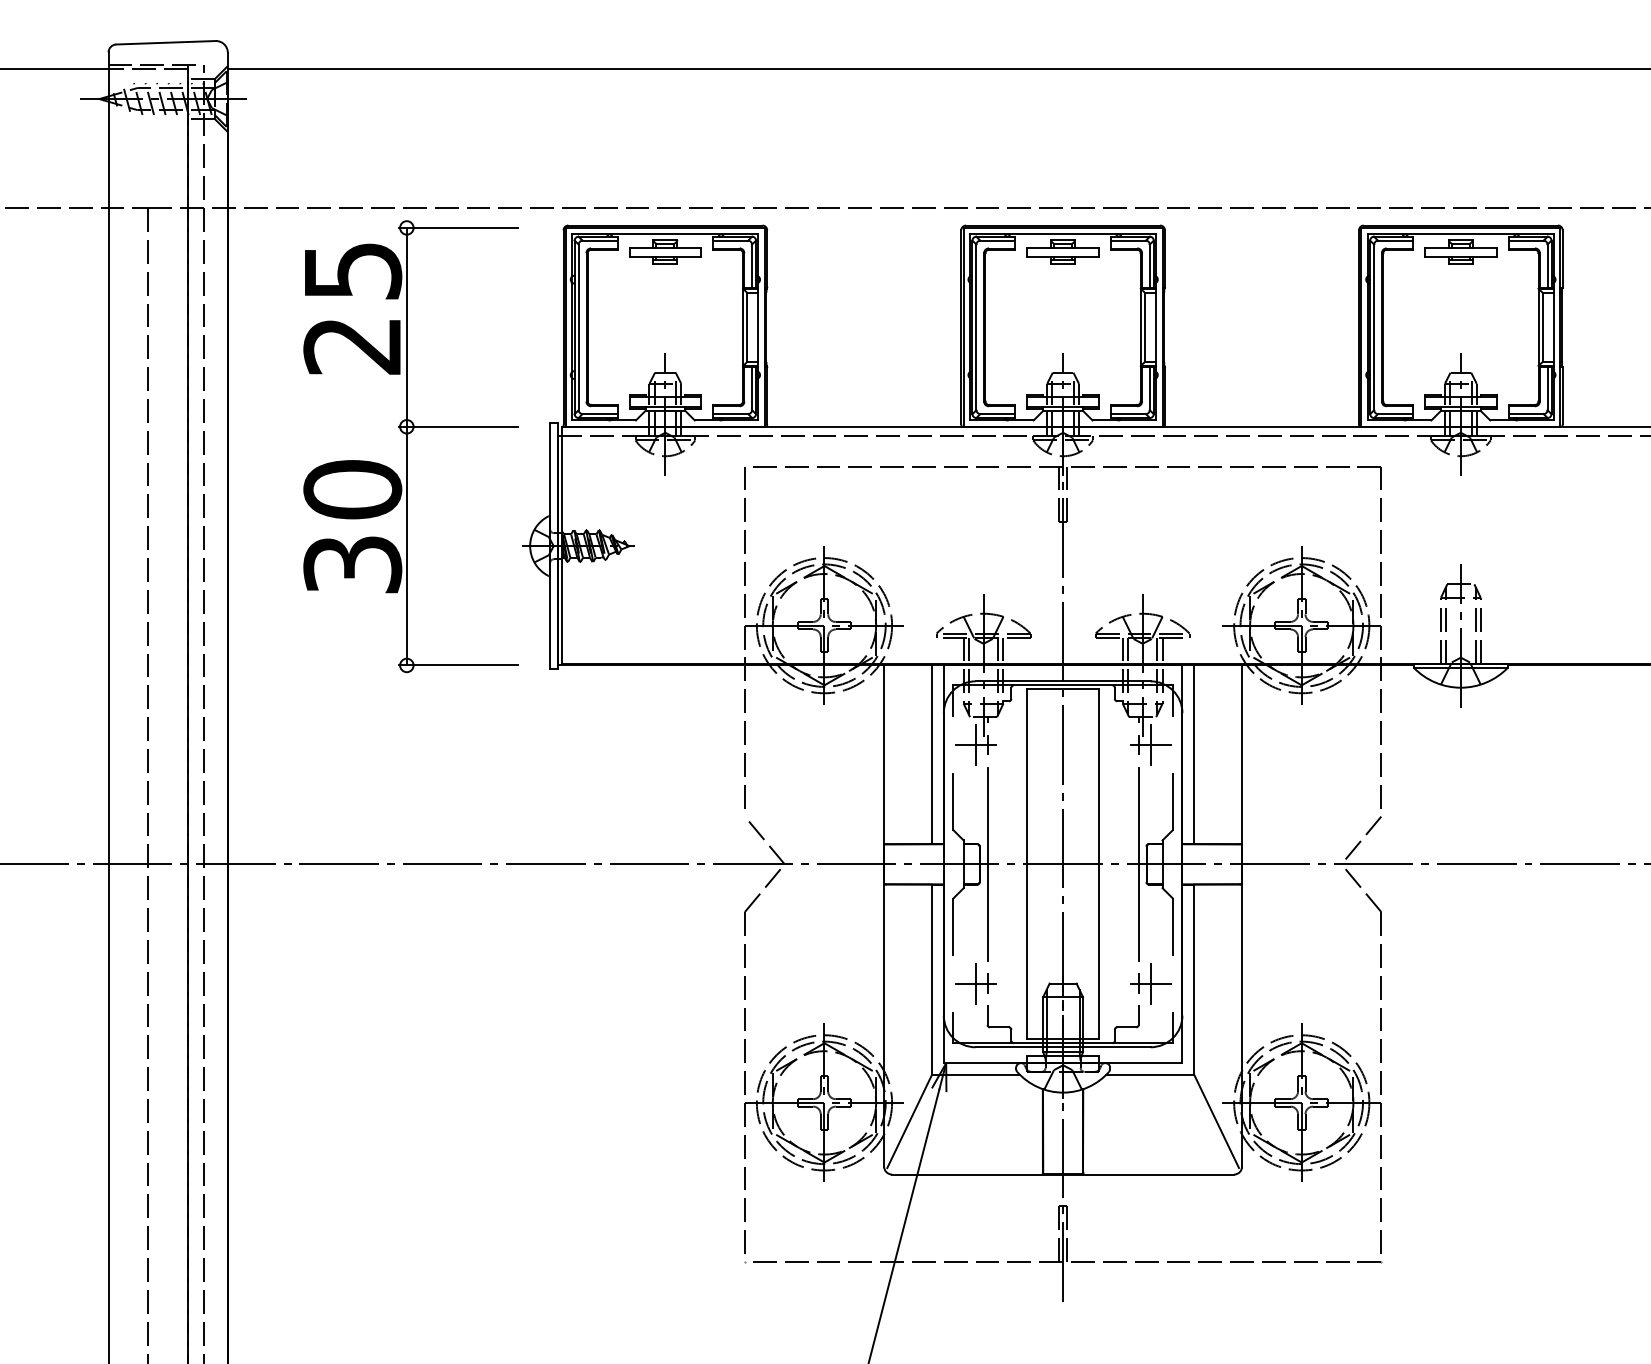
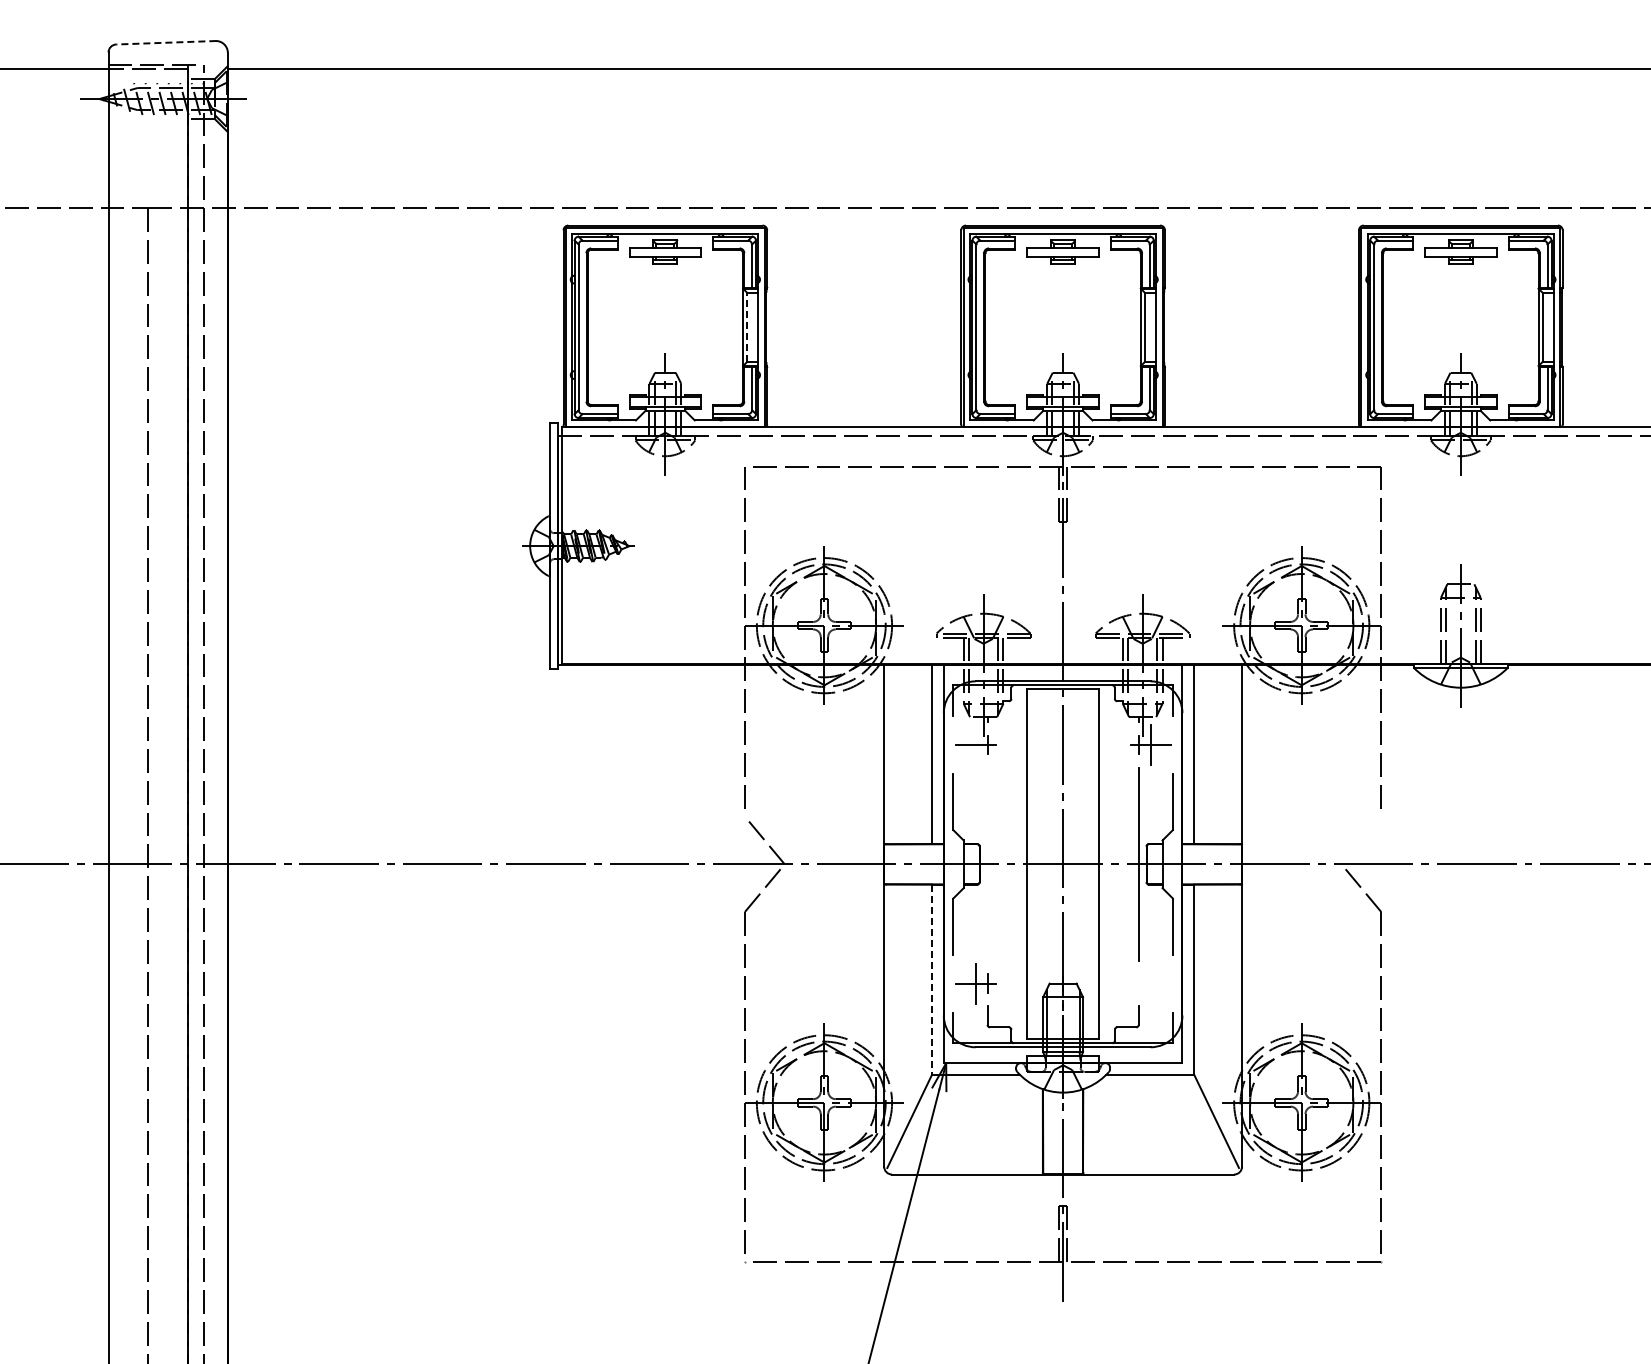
line at (165, 42): solid -> dashed
line at (747, 327): solid -> dashed
part at (410, 446): present -> none
line at (975, 744): present -> none
line at (1361, 840): present -> none
line at (987, 864): present -> none
line at (931, 980): solid -> dashed
part at (1150, 983): present -> none
